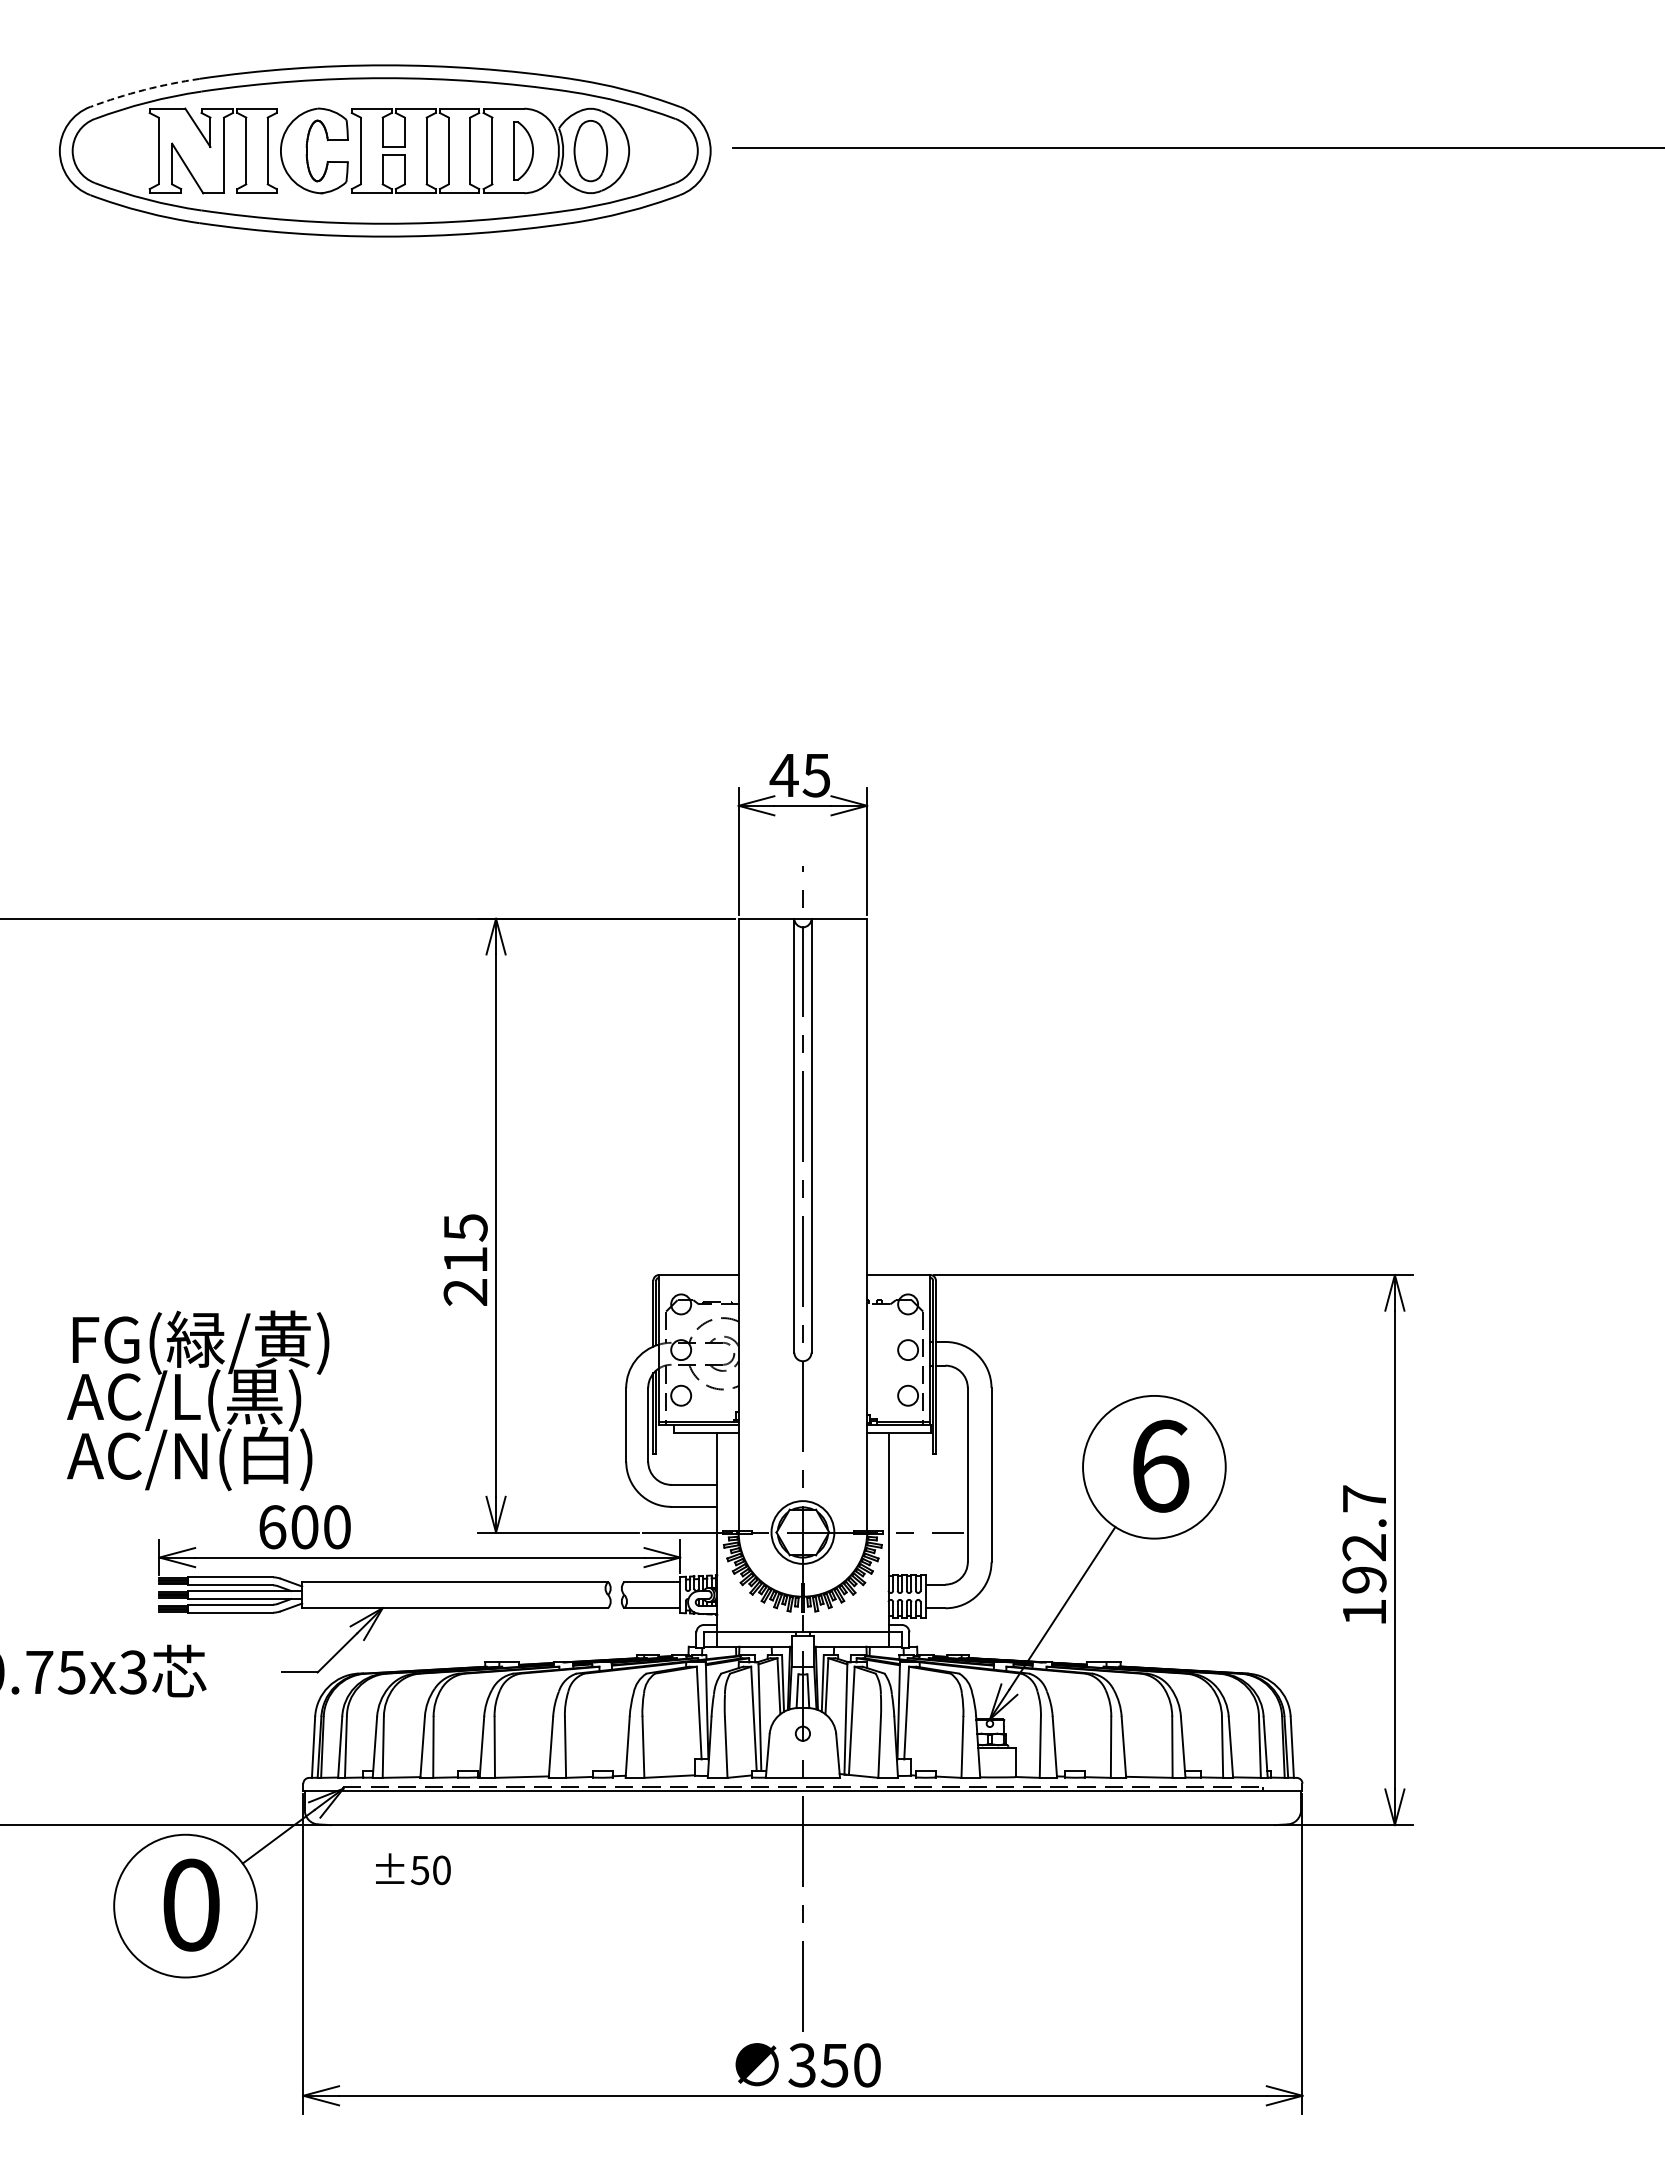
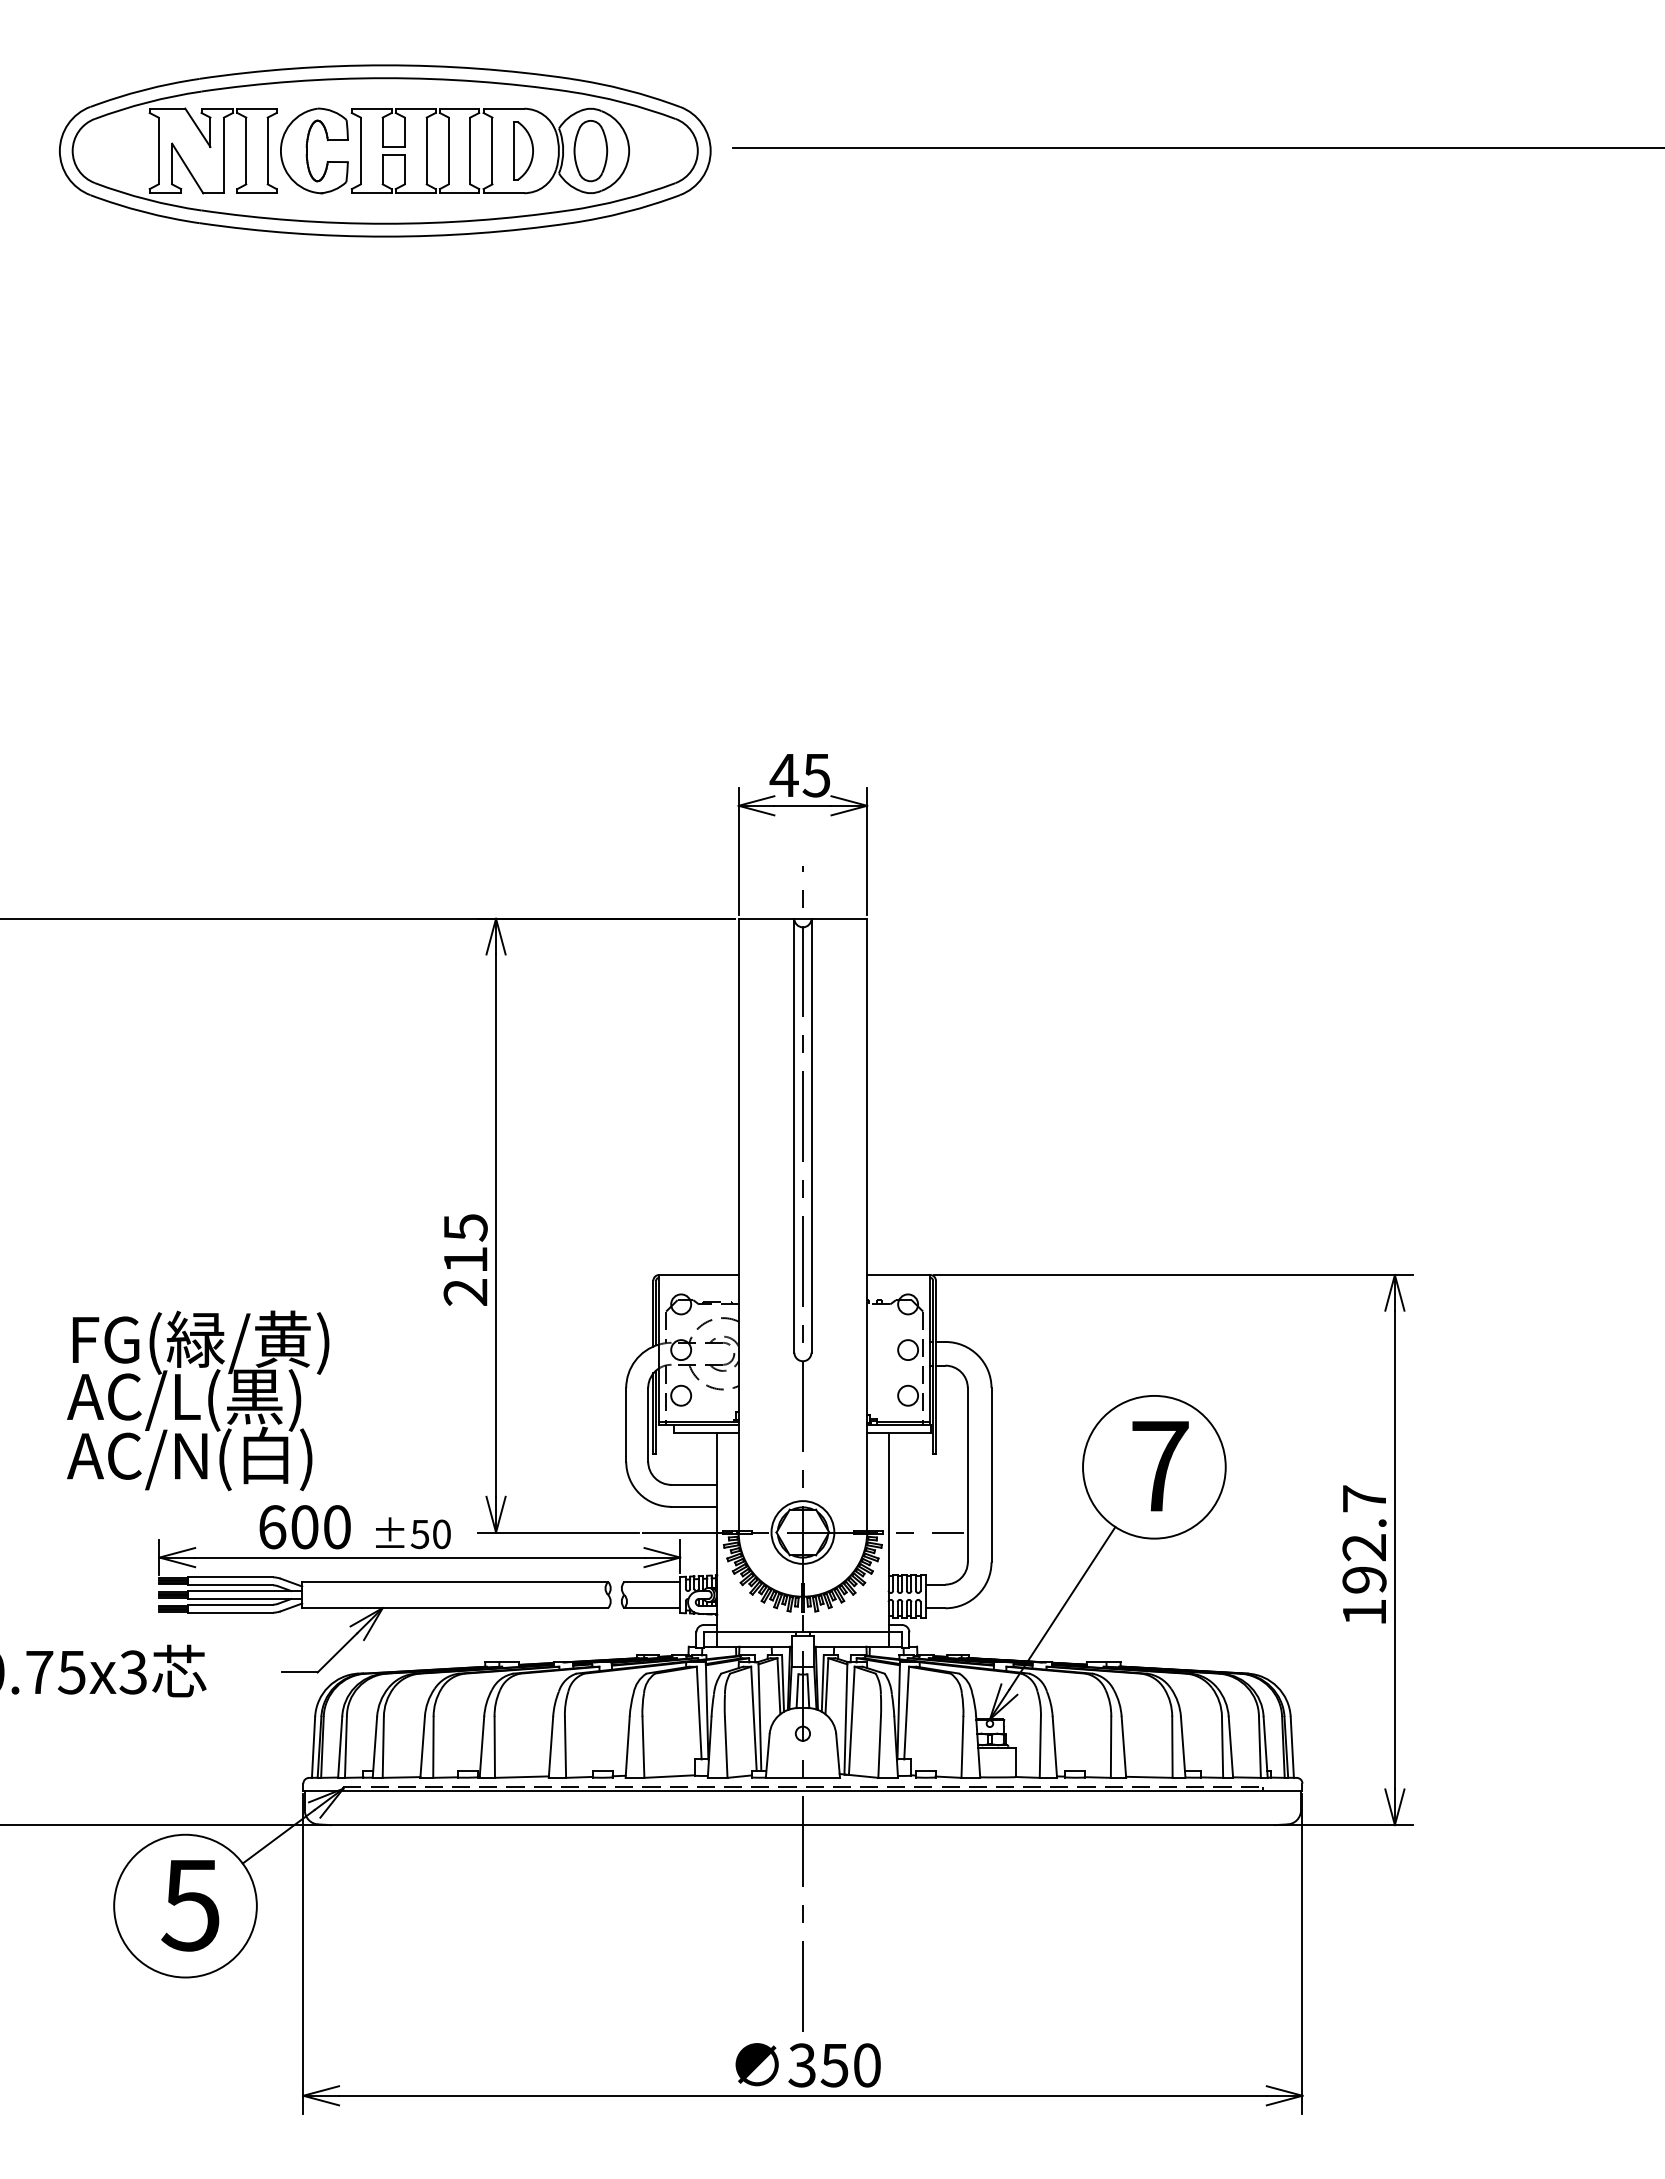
arc at (144, 90): dashed -> solid
text at (1160, 1465): 6 -> 7
text at (413, 1869) position: (413, 1869) -> (413, 1533)
text at (190, 1904): 0 -> 5
